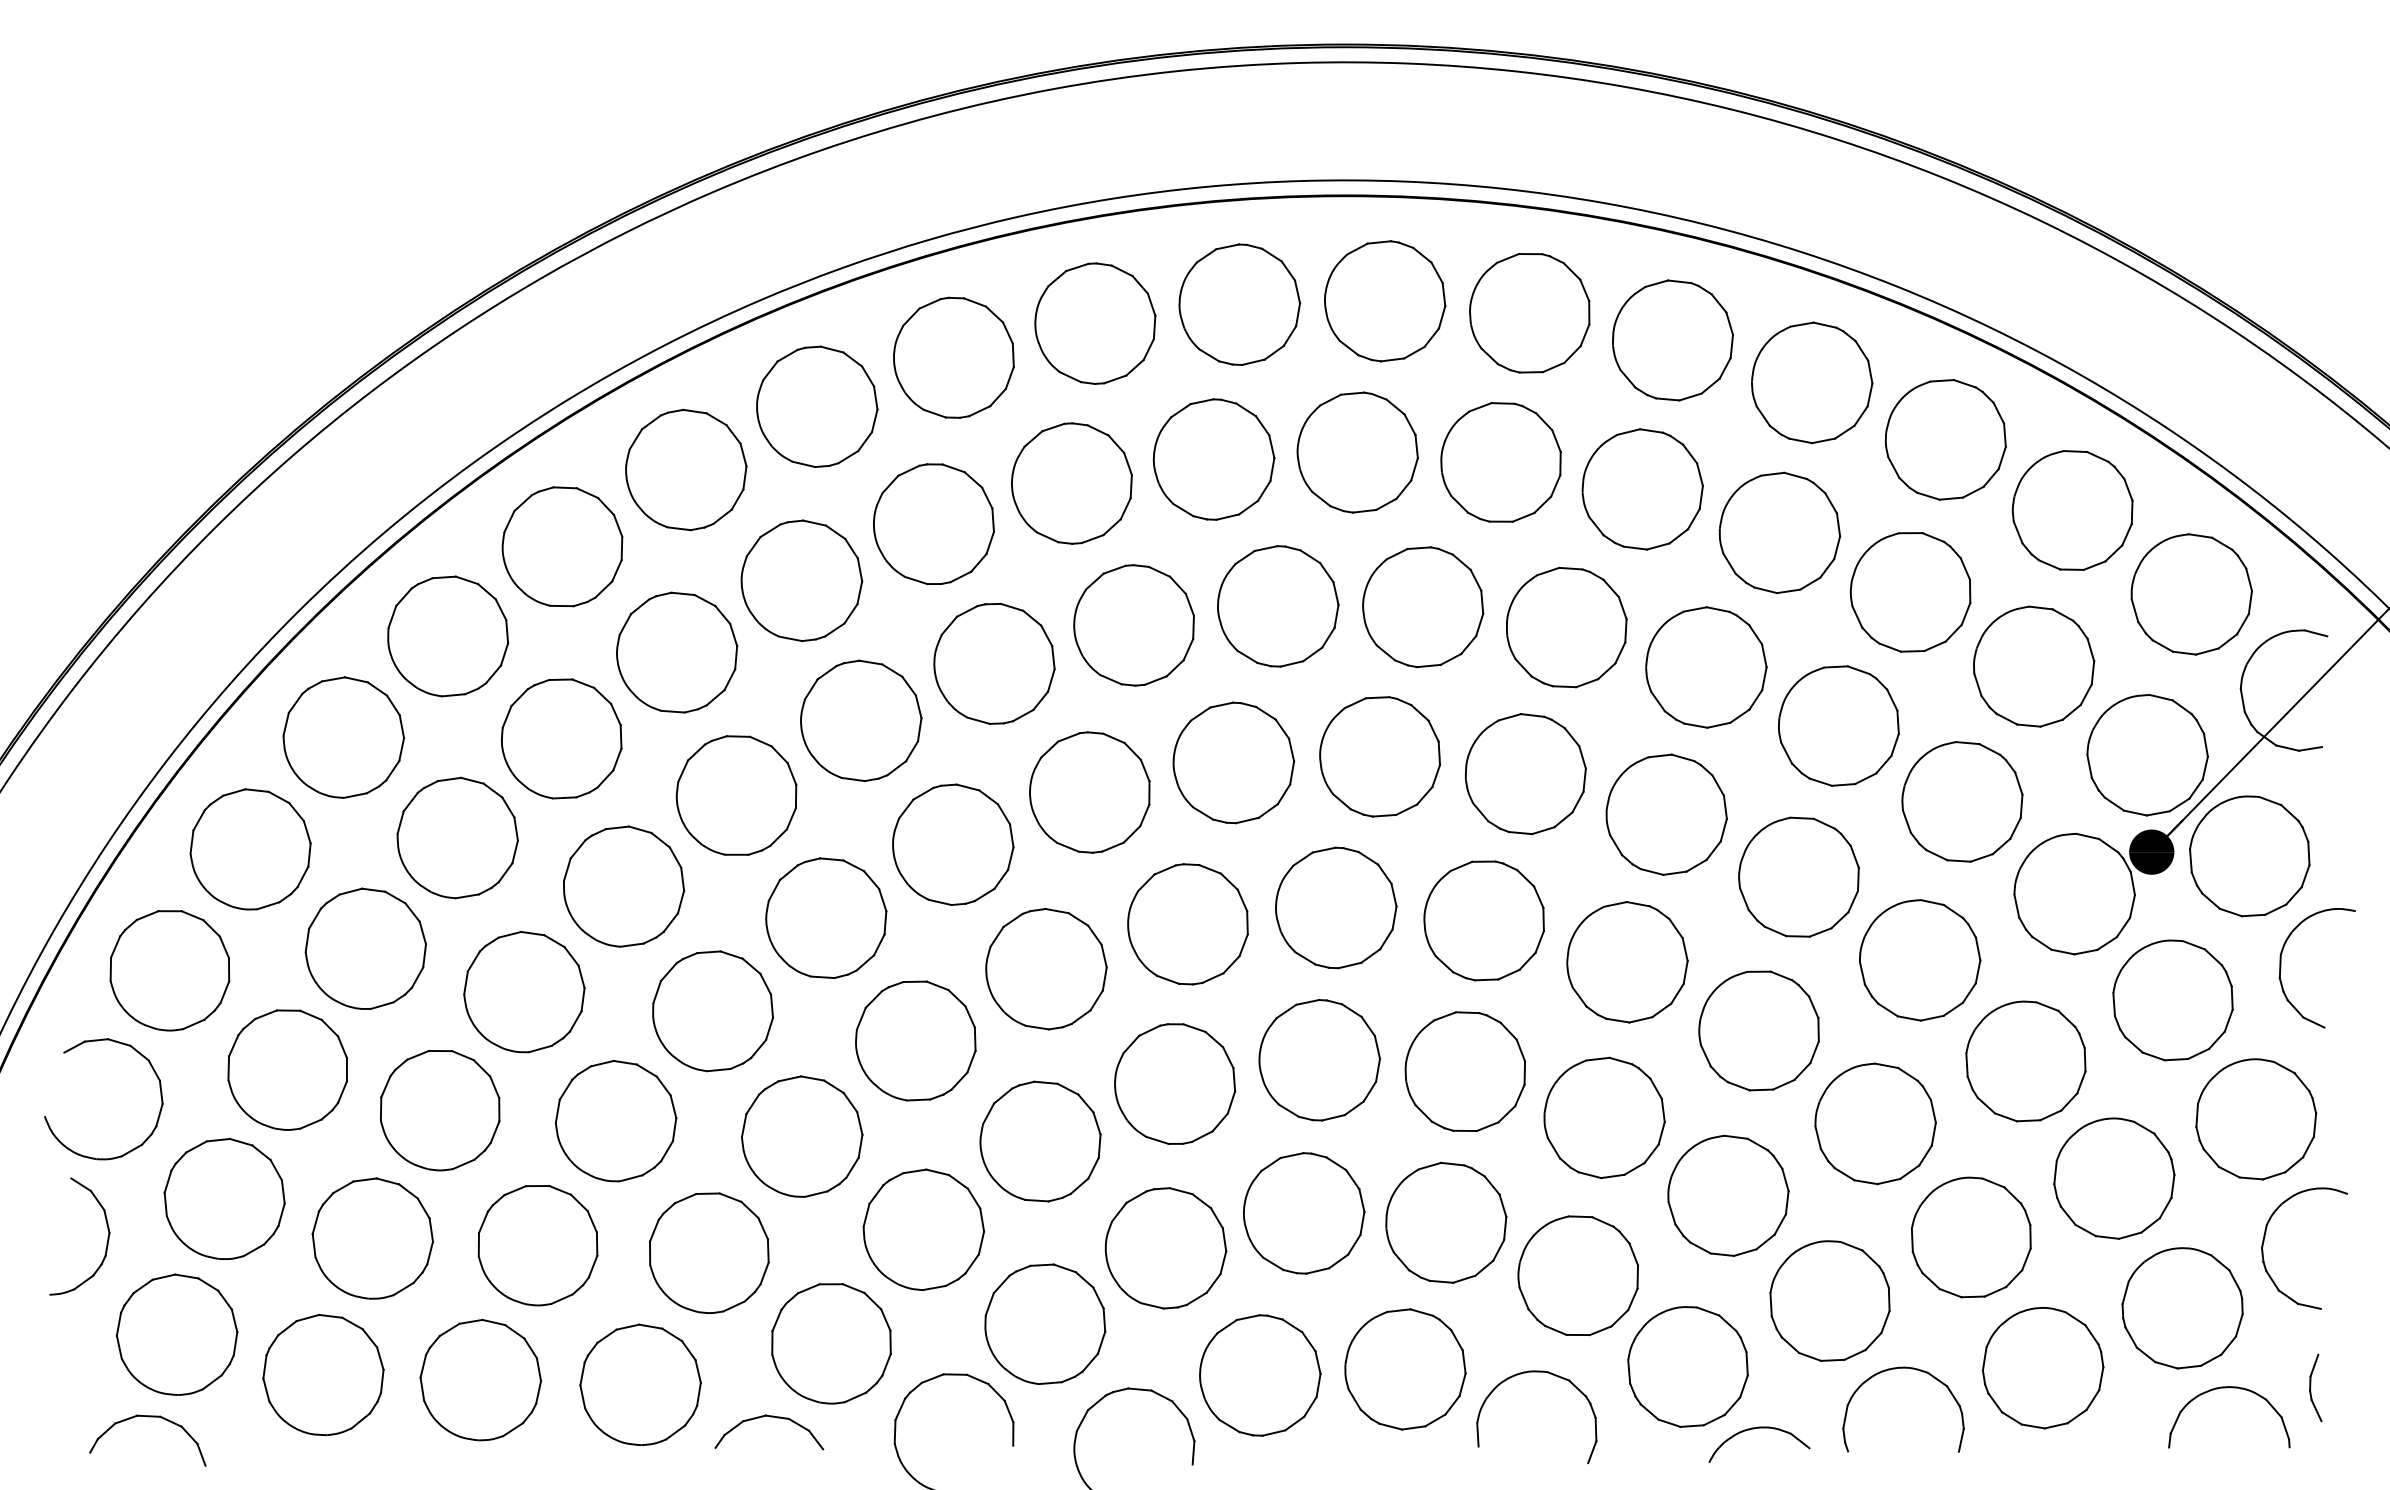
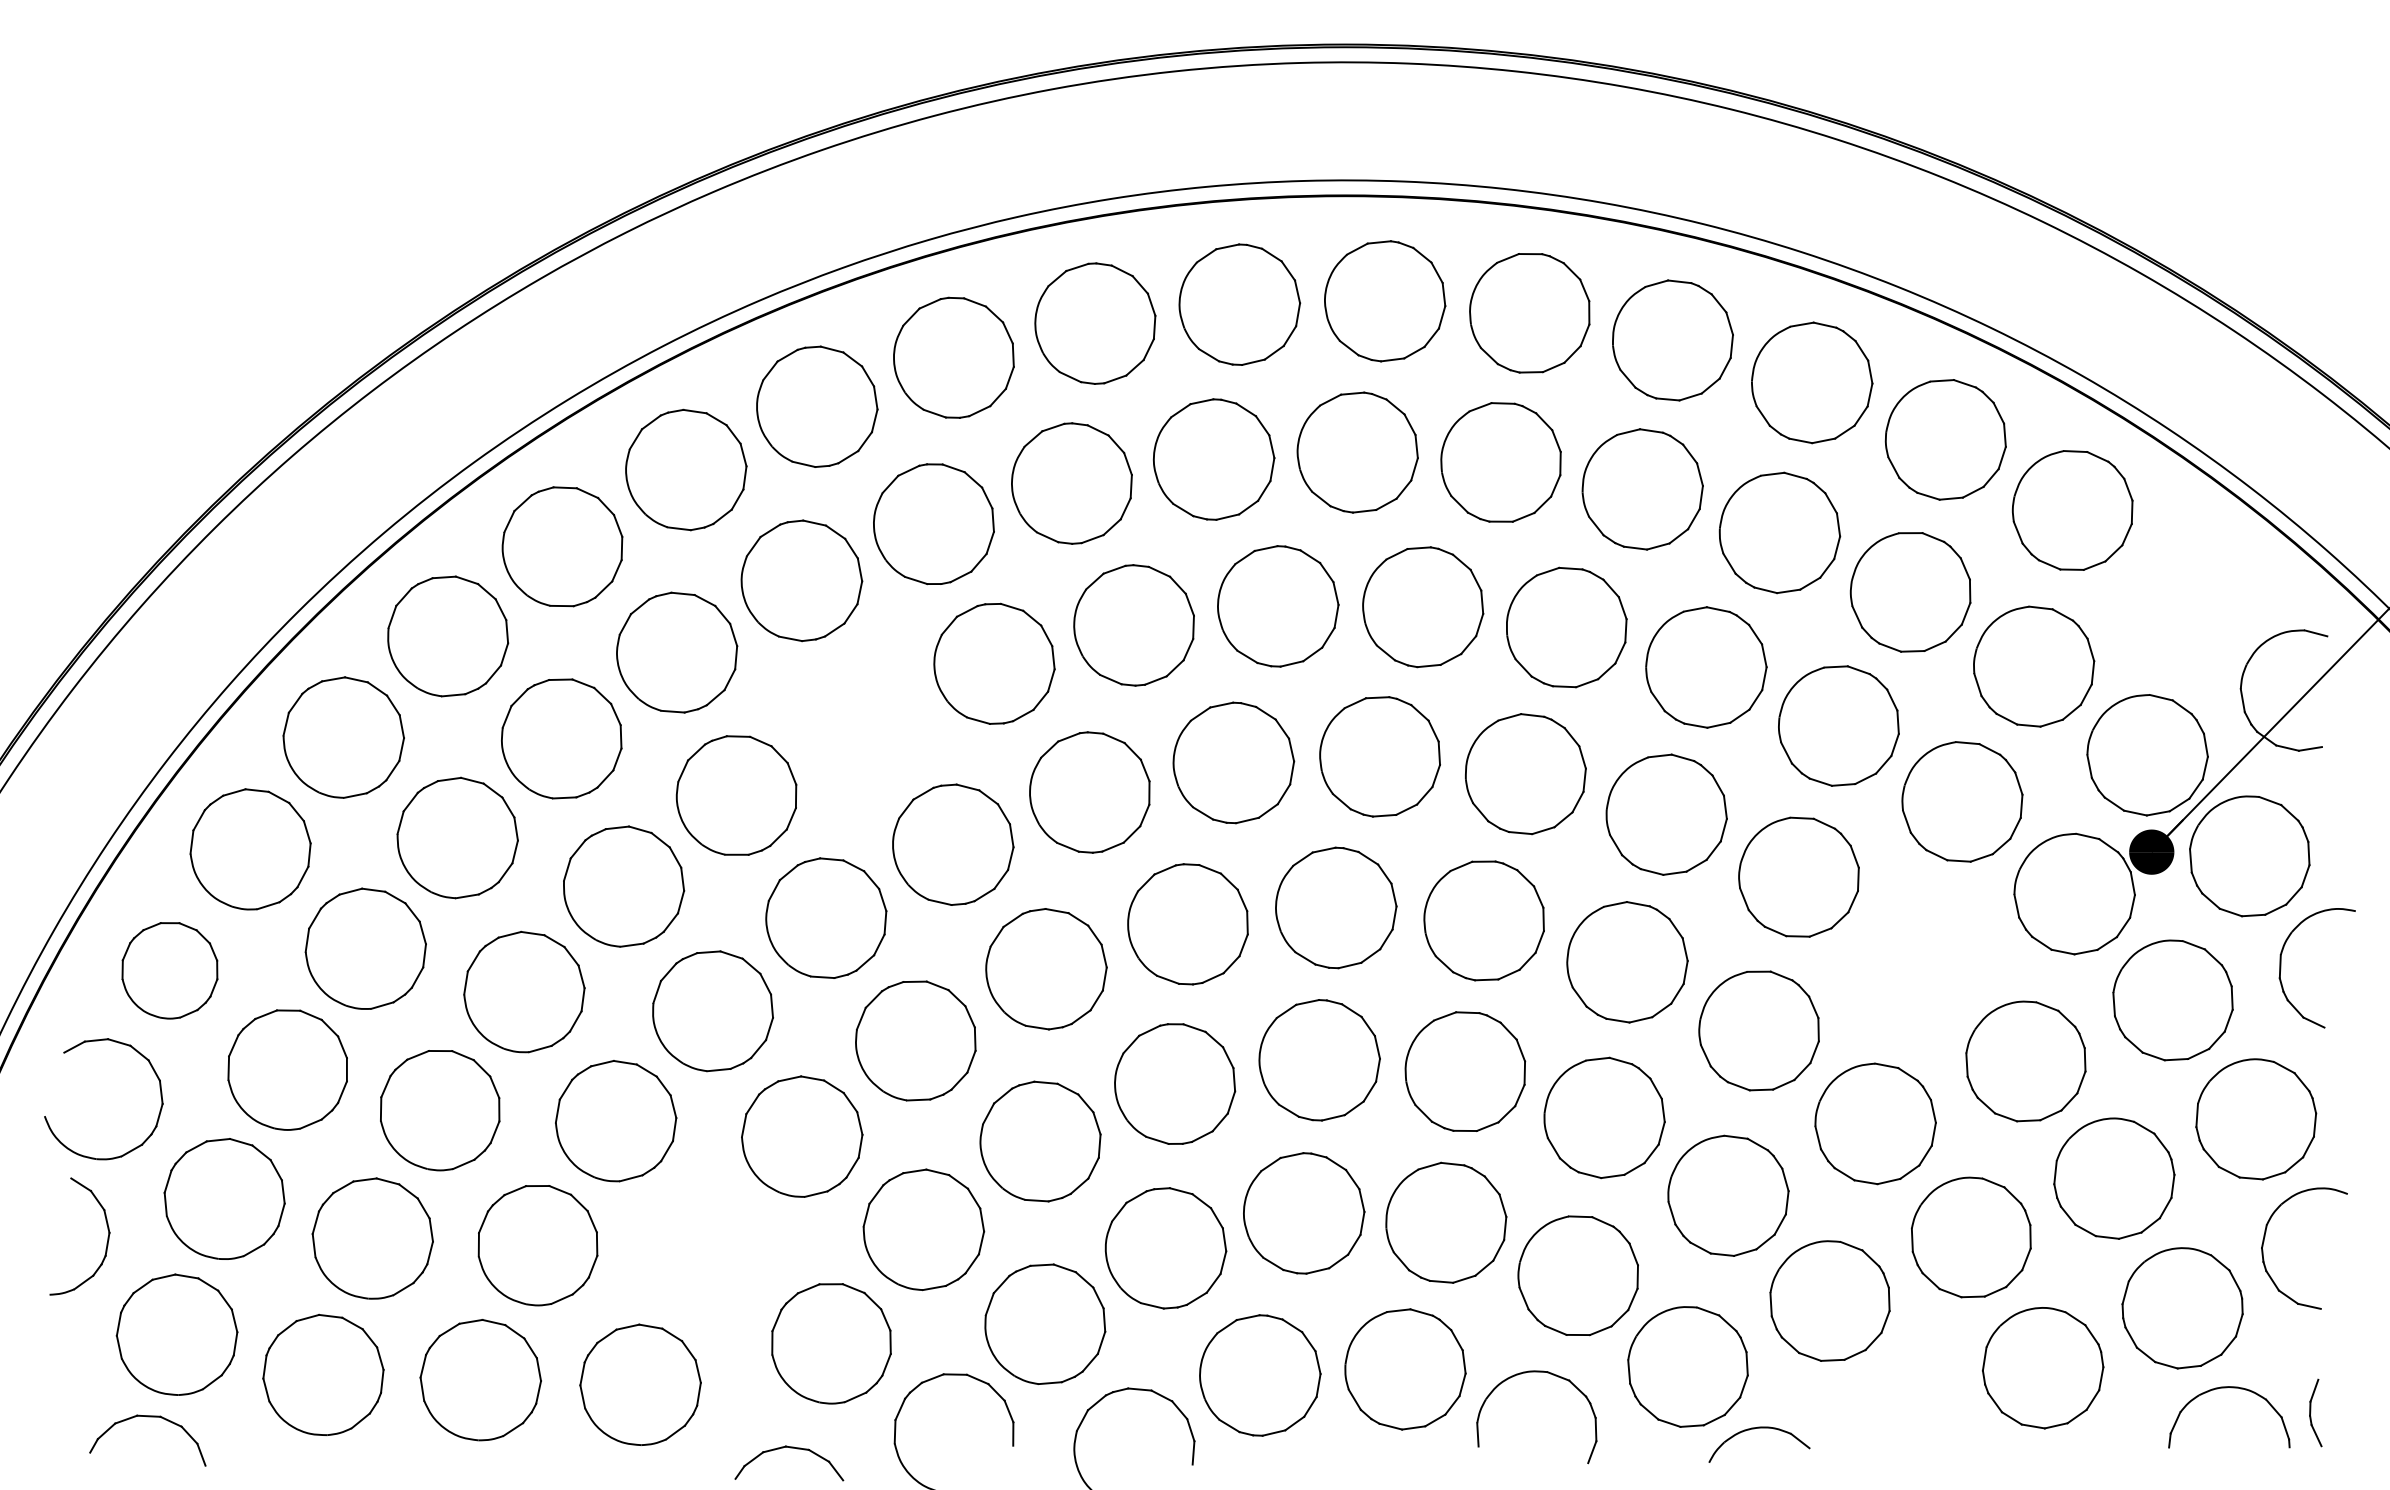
part at (2191, 594): present -> none
part at (861, 720): present -> none
part at (1919, 960): present -> none
part at (169, 970) size: 122x122 px -> 98x98 px
part at (709, 1252): present -> none
part at (1895, 1369): present -> none
part at (2315, 1387) position: (2315, 1387) -> (2315, 1412)
part at (770, 1417) position: (770, 1417) -> (790, 1448)
